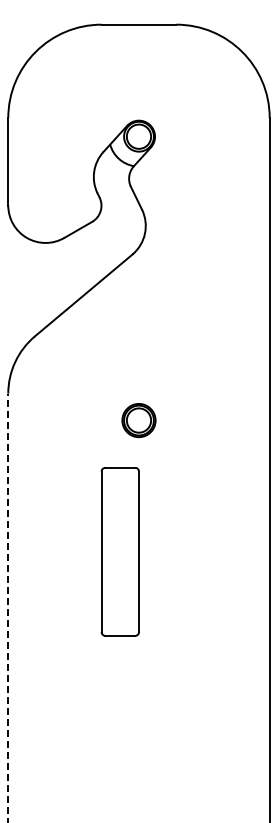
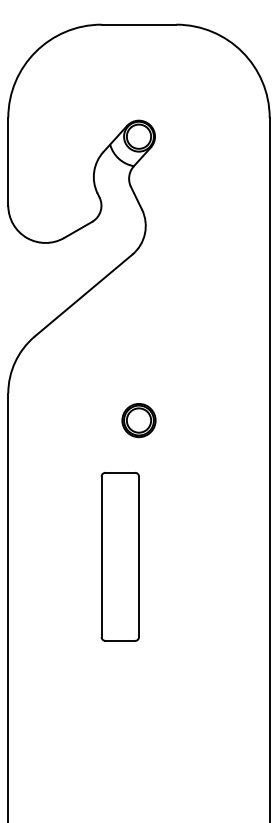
part at (119, 551) position: (119, 551) -> (119, 556)
line at (8, 607): dashed -> solid
